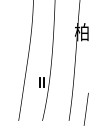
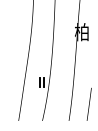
line at (86, 109) position: (86, 109) -> (89, 104)
